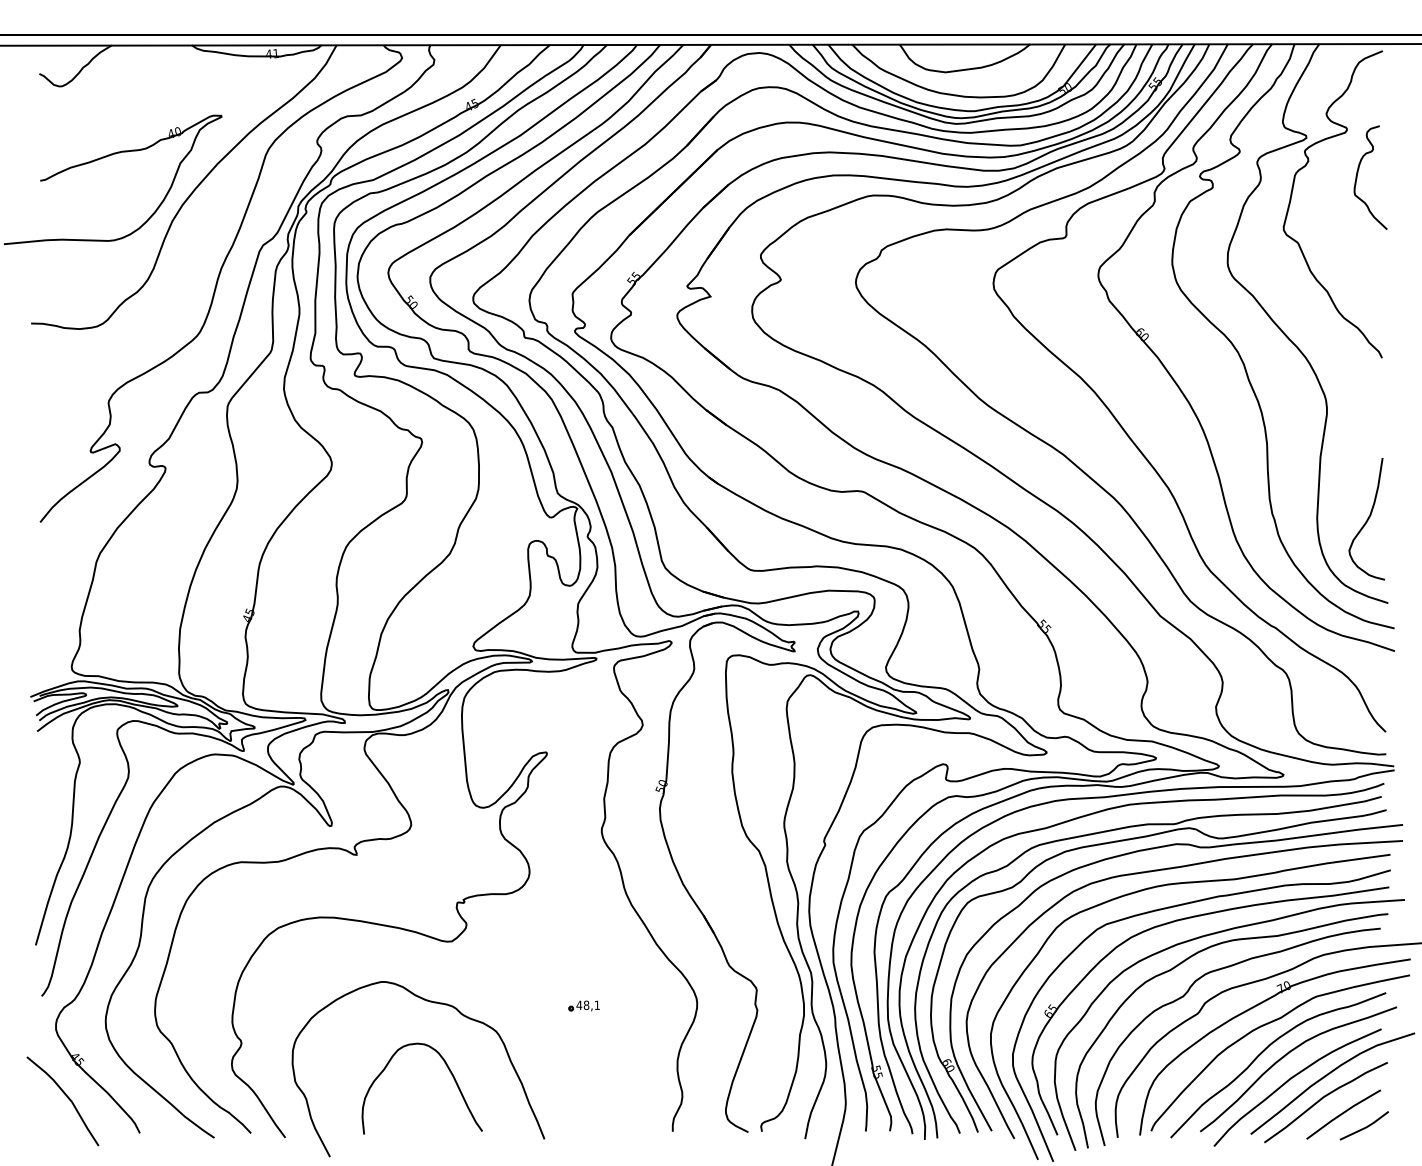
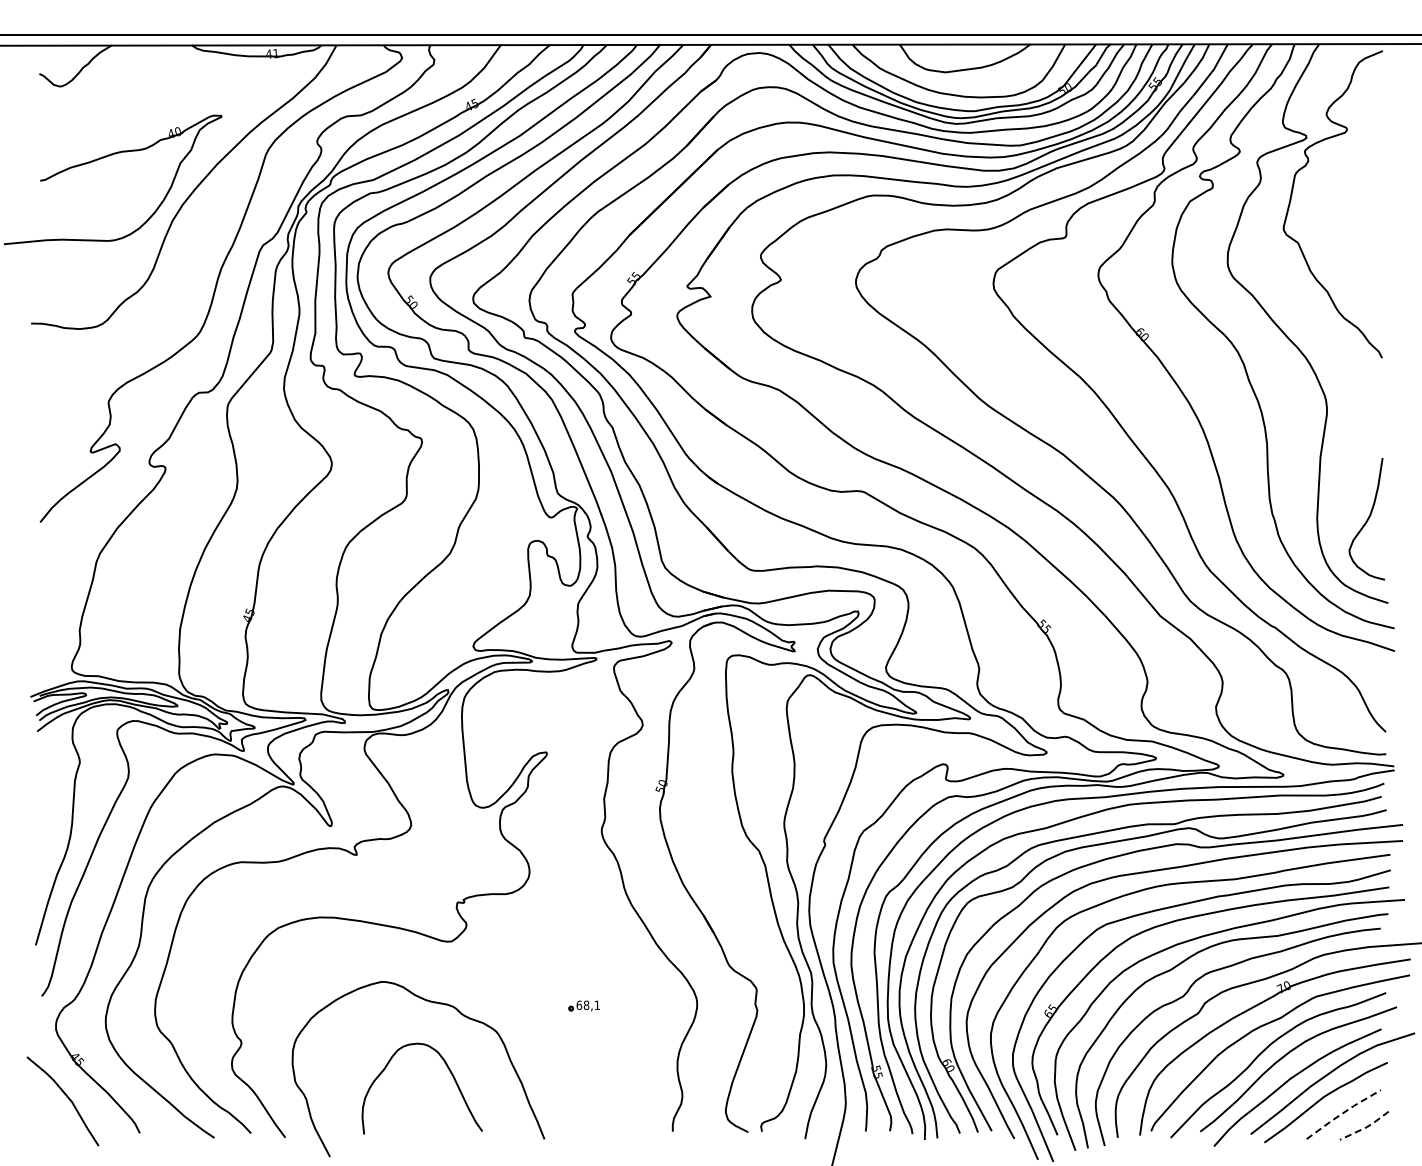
curve at (1358, 173): present -> none
text at (579, 1004): 48,1 -> 68,1
line at (1343, 1112): solid -> dashed
line at (1366, 1127): solid -> dashed
